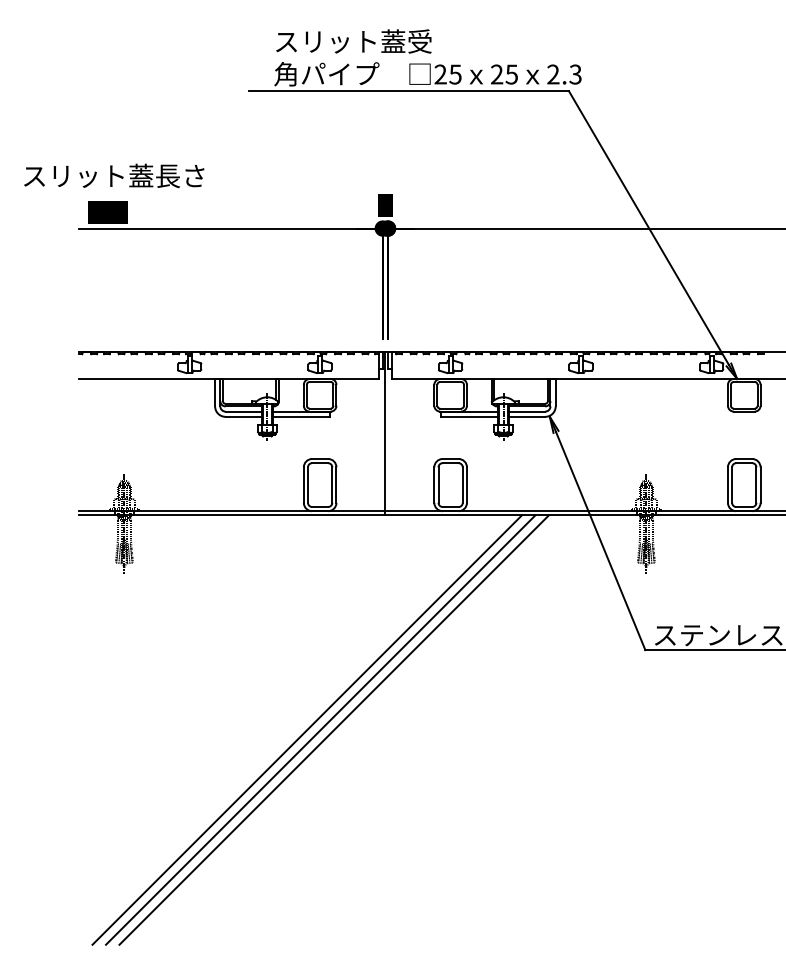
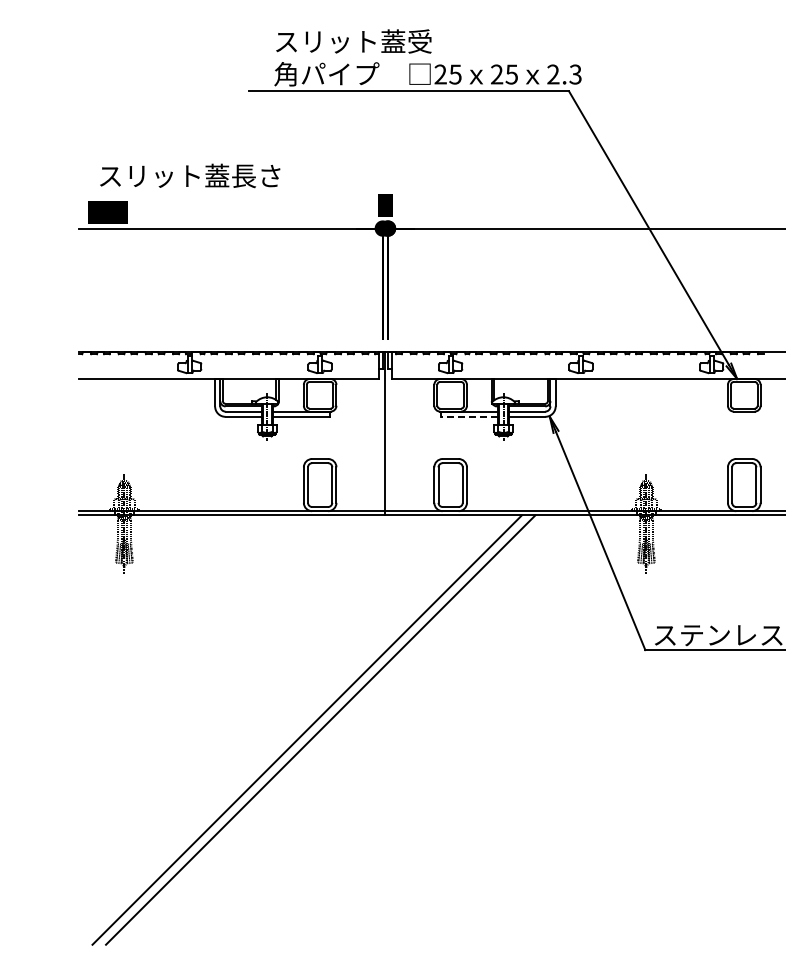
text at (114, 175) position: (114, 175) -> (190, 175)
line at (469, 416): solid -> dashed
line at (333, 729): present -> none
